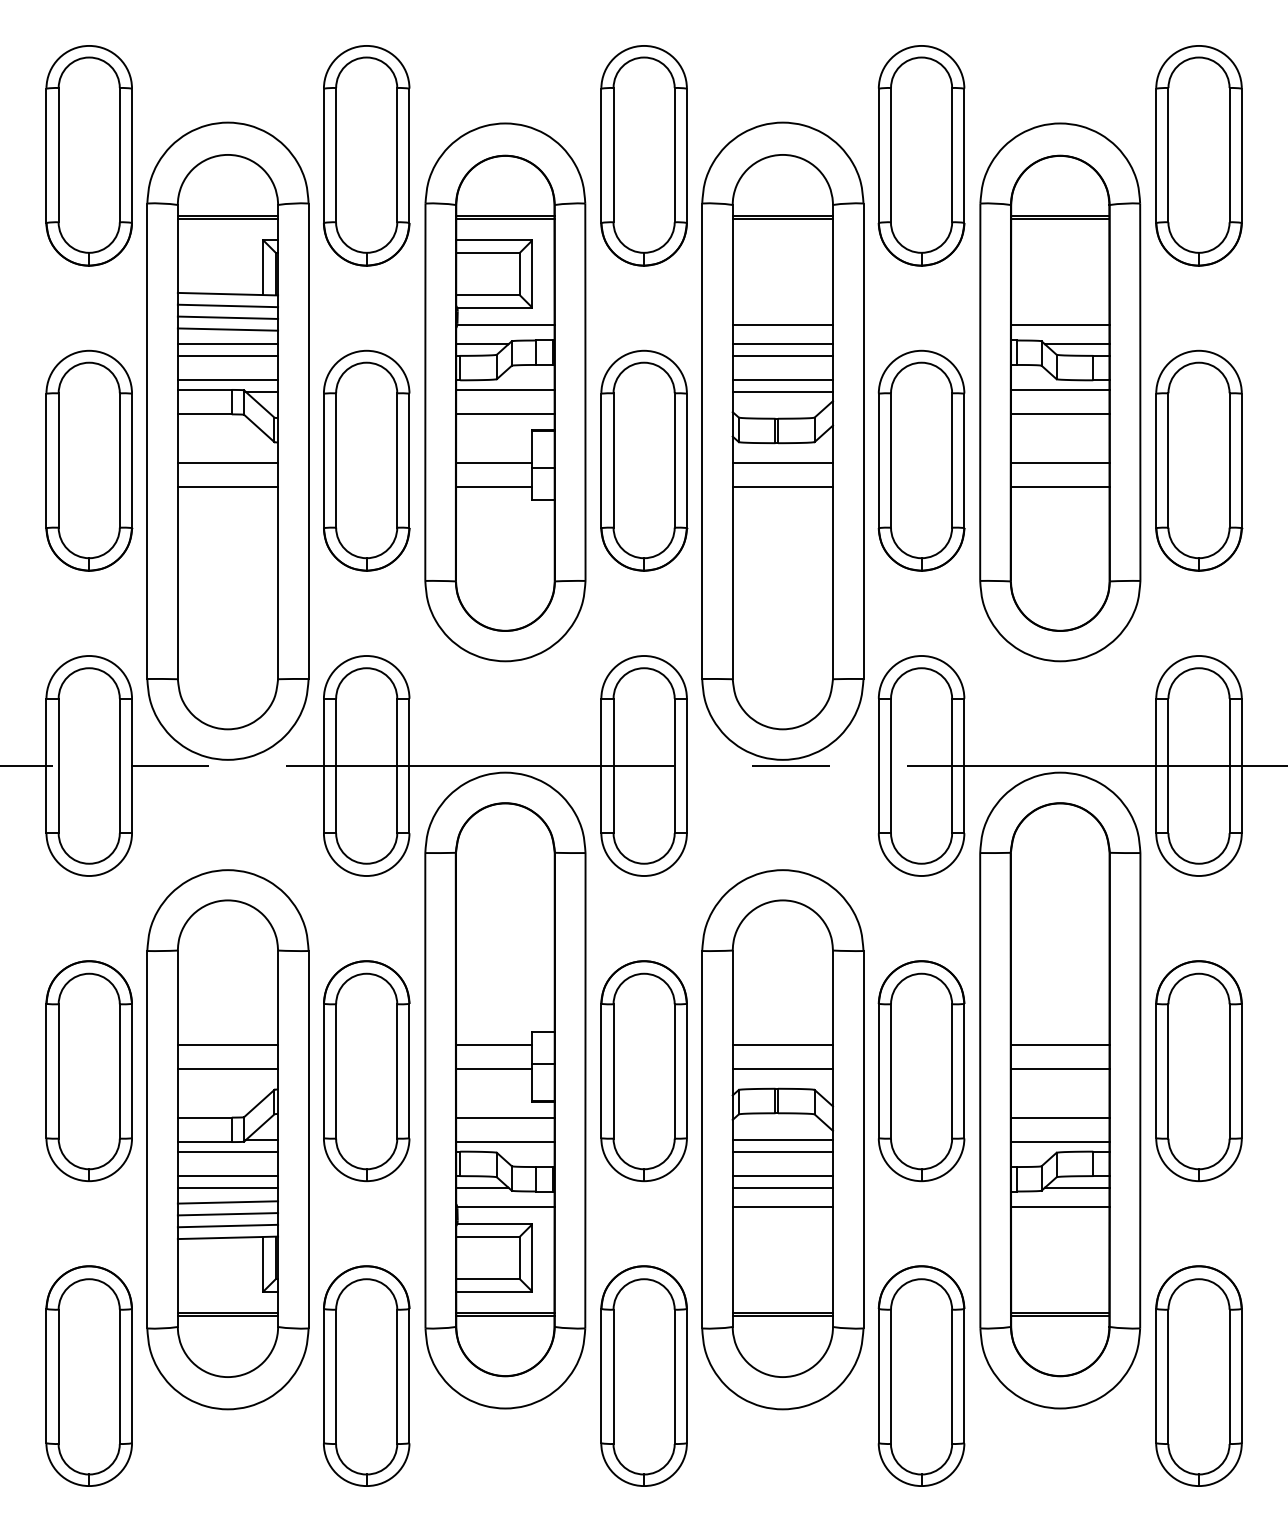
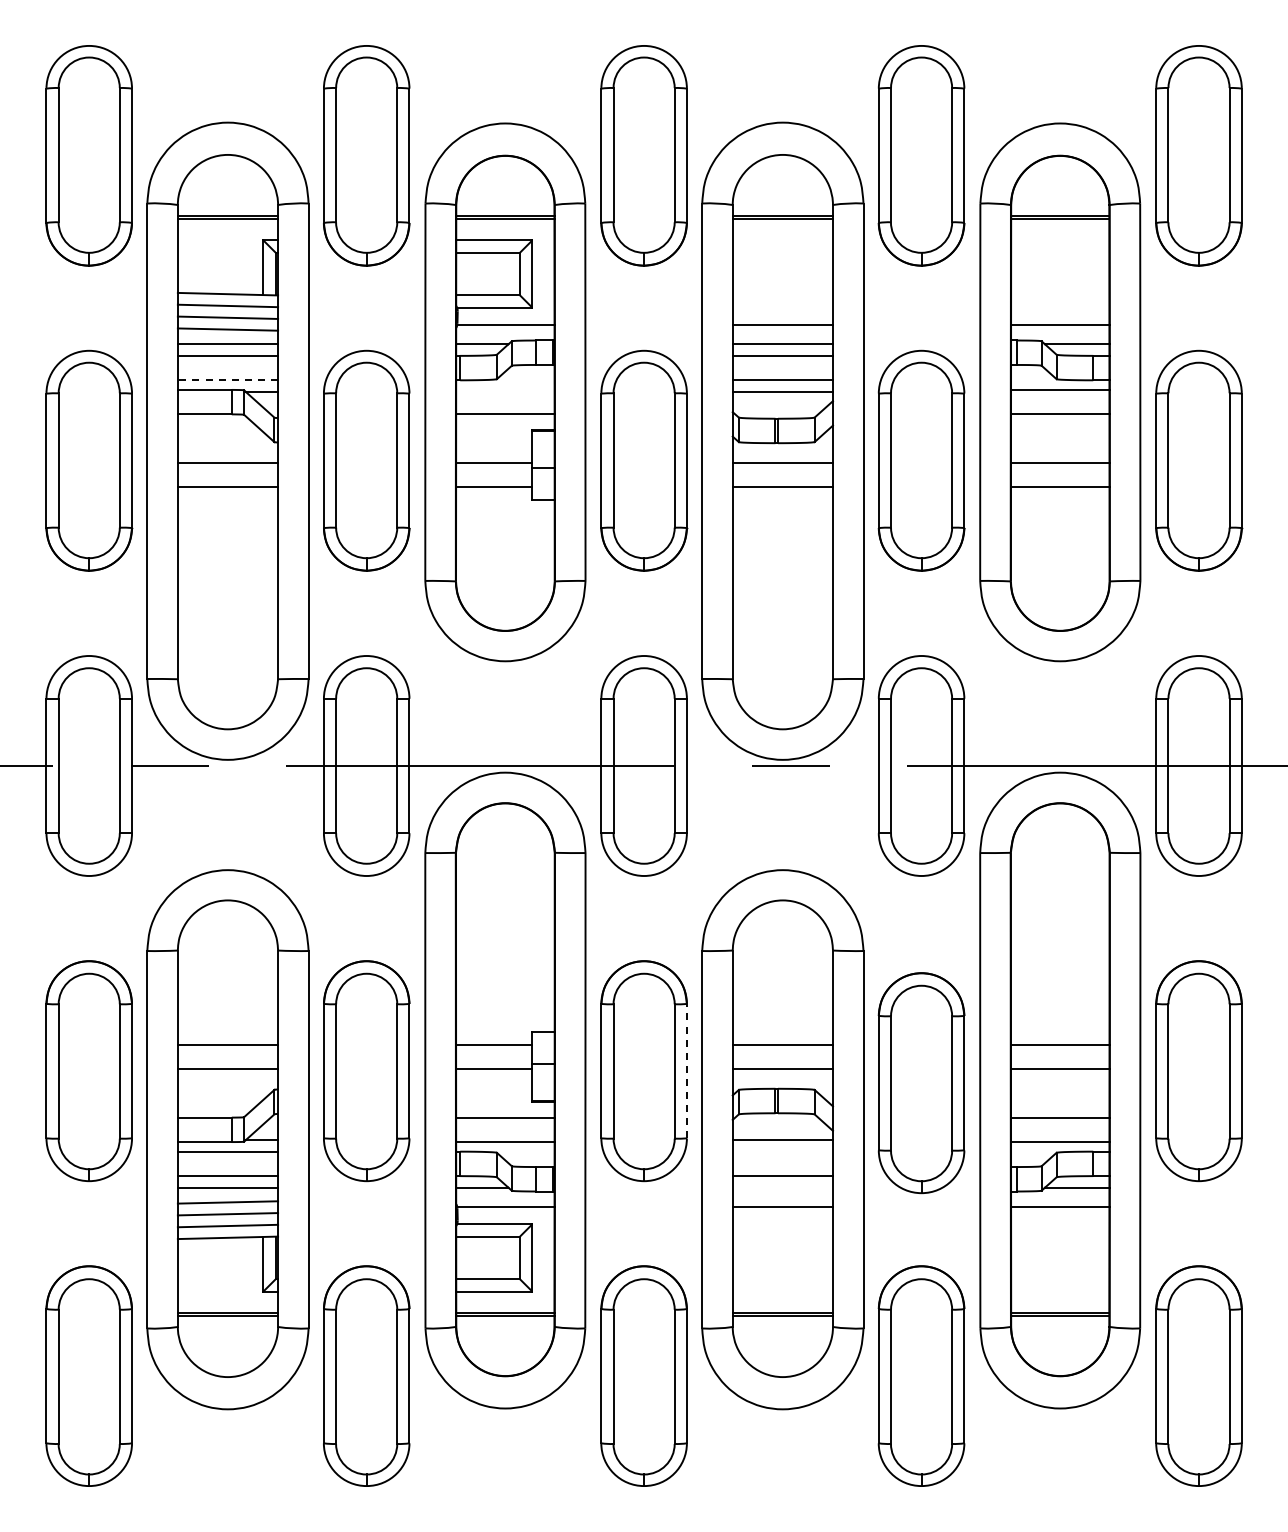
line at (227, 380): solid -> dashed
line at (505, 389): present -> none
line at (686, 1070): solid -> dashed
part at (921, 1071) position: (921, 1071) -> (921, 1083)
line at (782, 1151): present -> none
line at (782, 1187): present -> none
